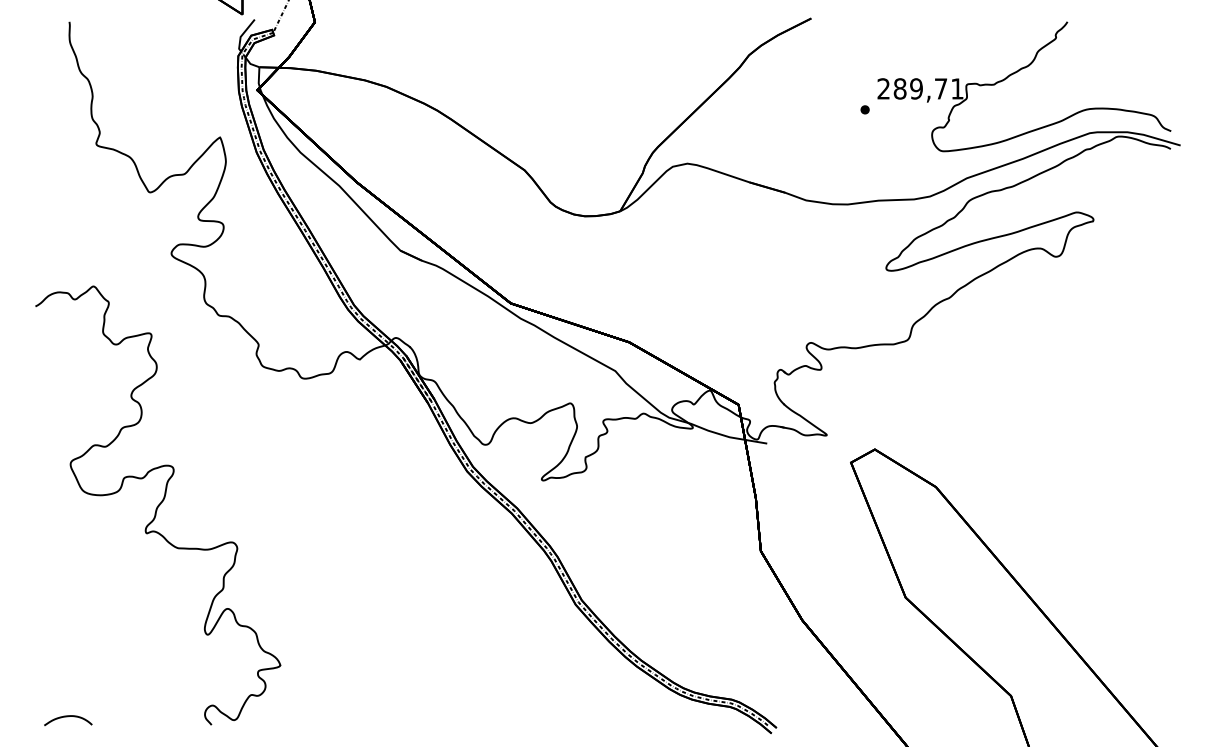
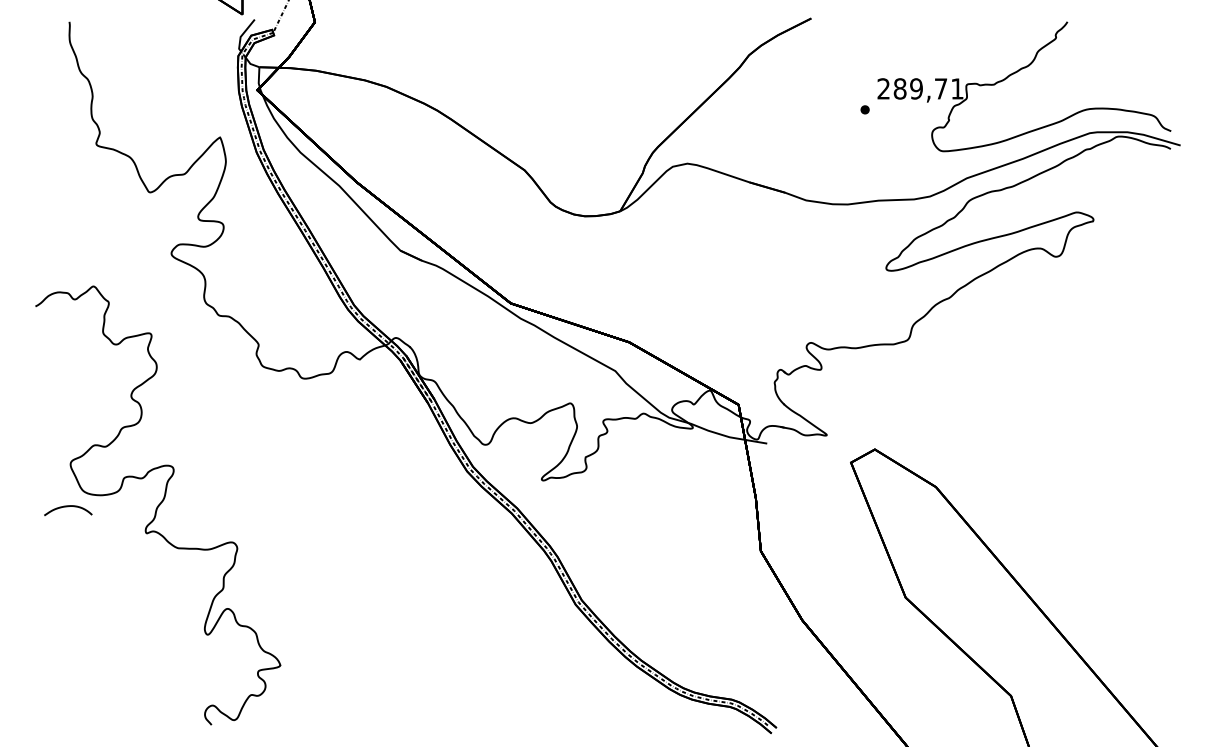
curve at (68, 717) position: (68, 717) -> (68, 507)
